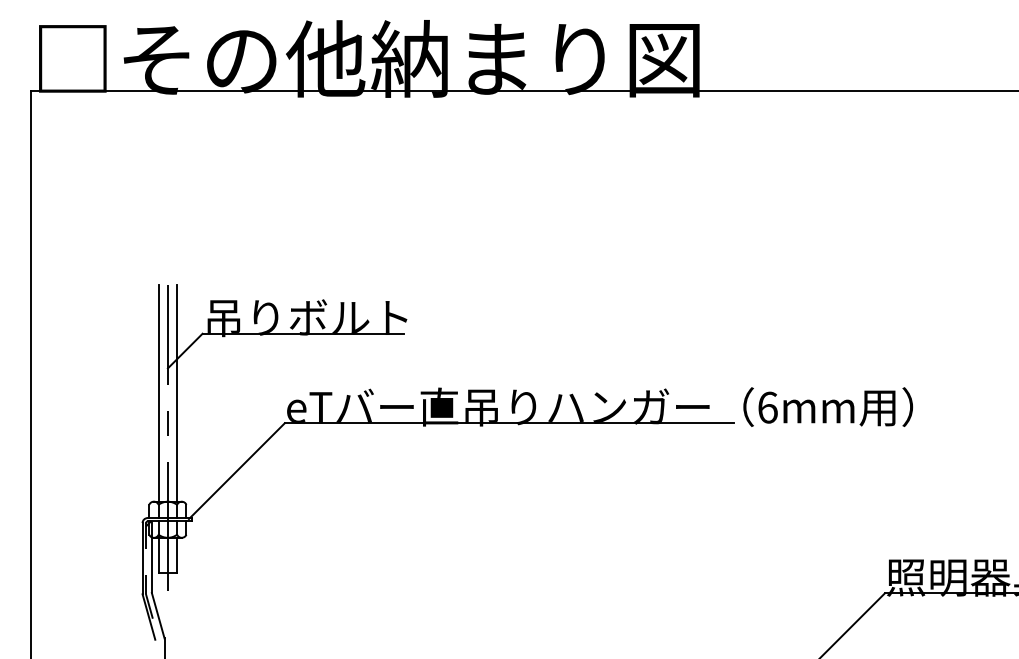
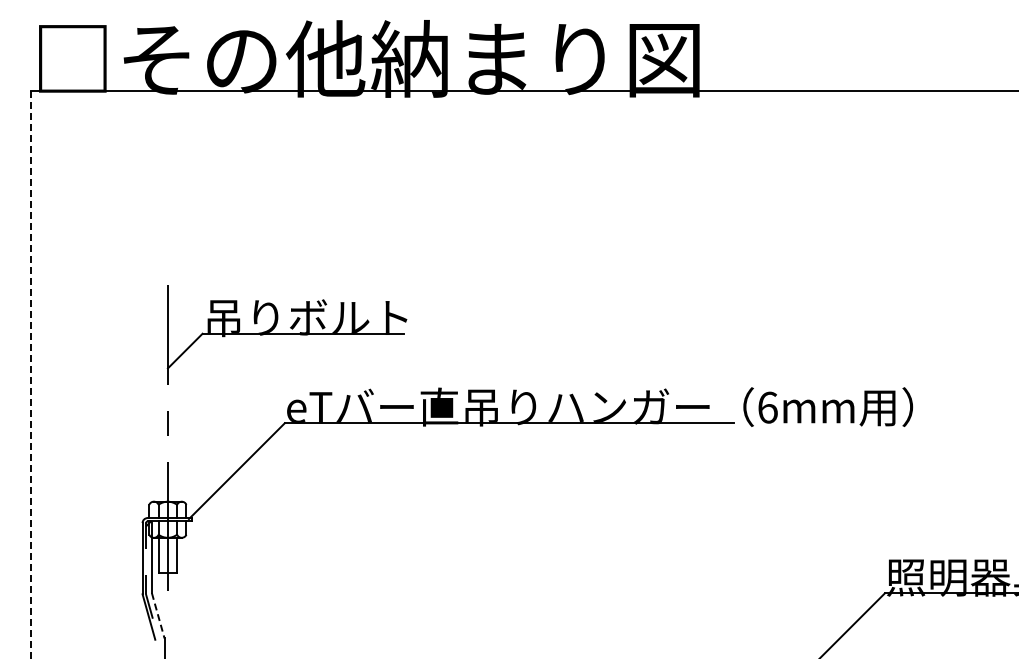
line at (30, 374): solid -> dashed
line at (158, 393): present -> none
line at (177, 393): present -> none
line at (158, 615): solid -> dashed
